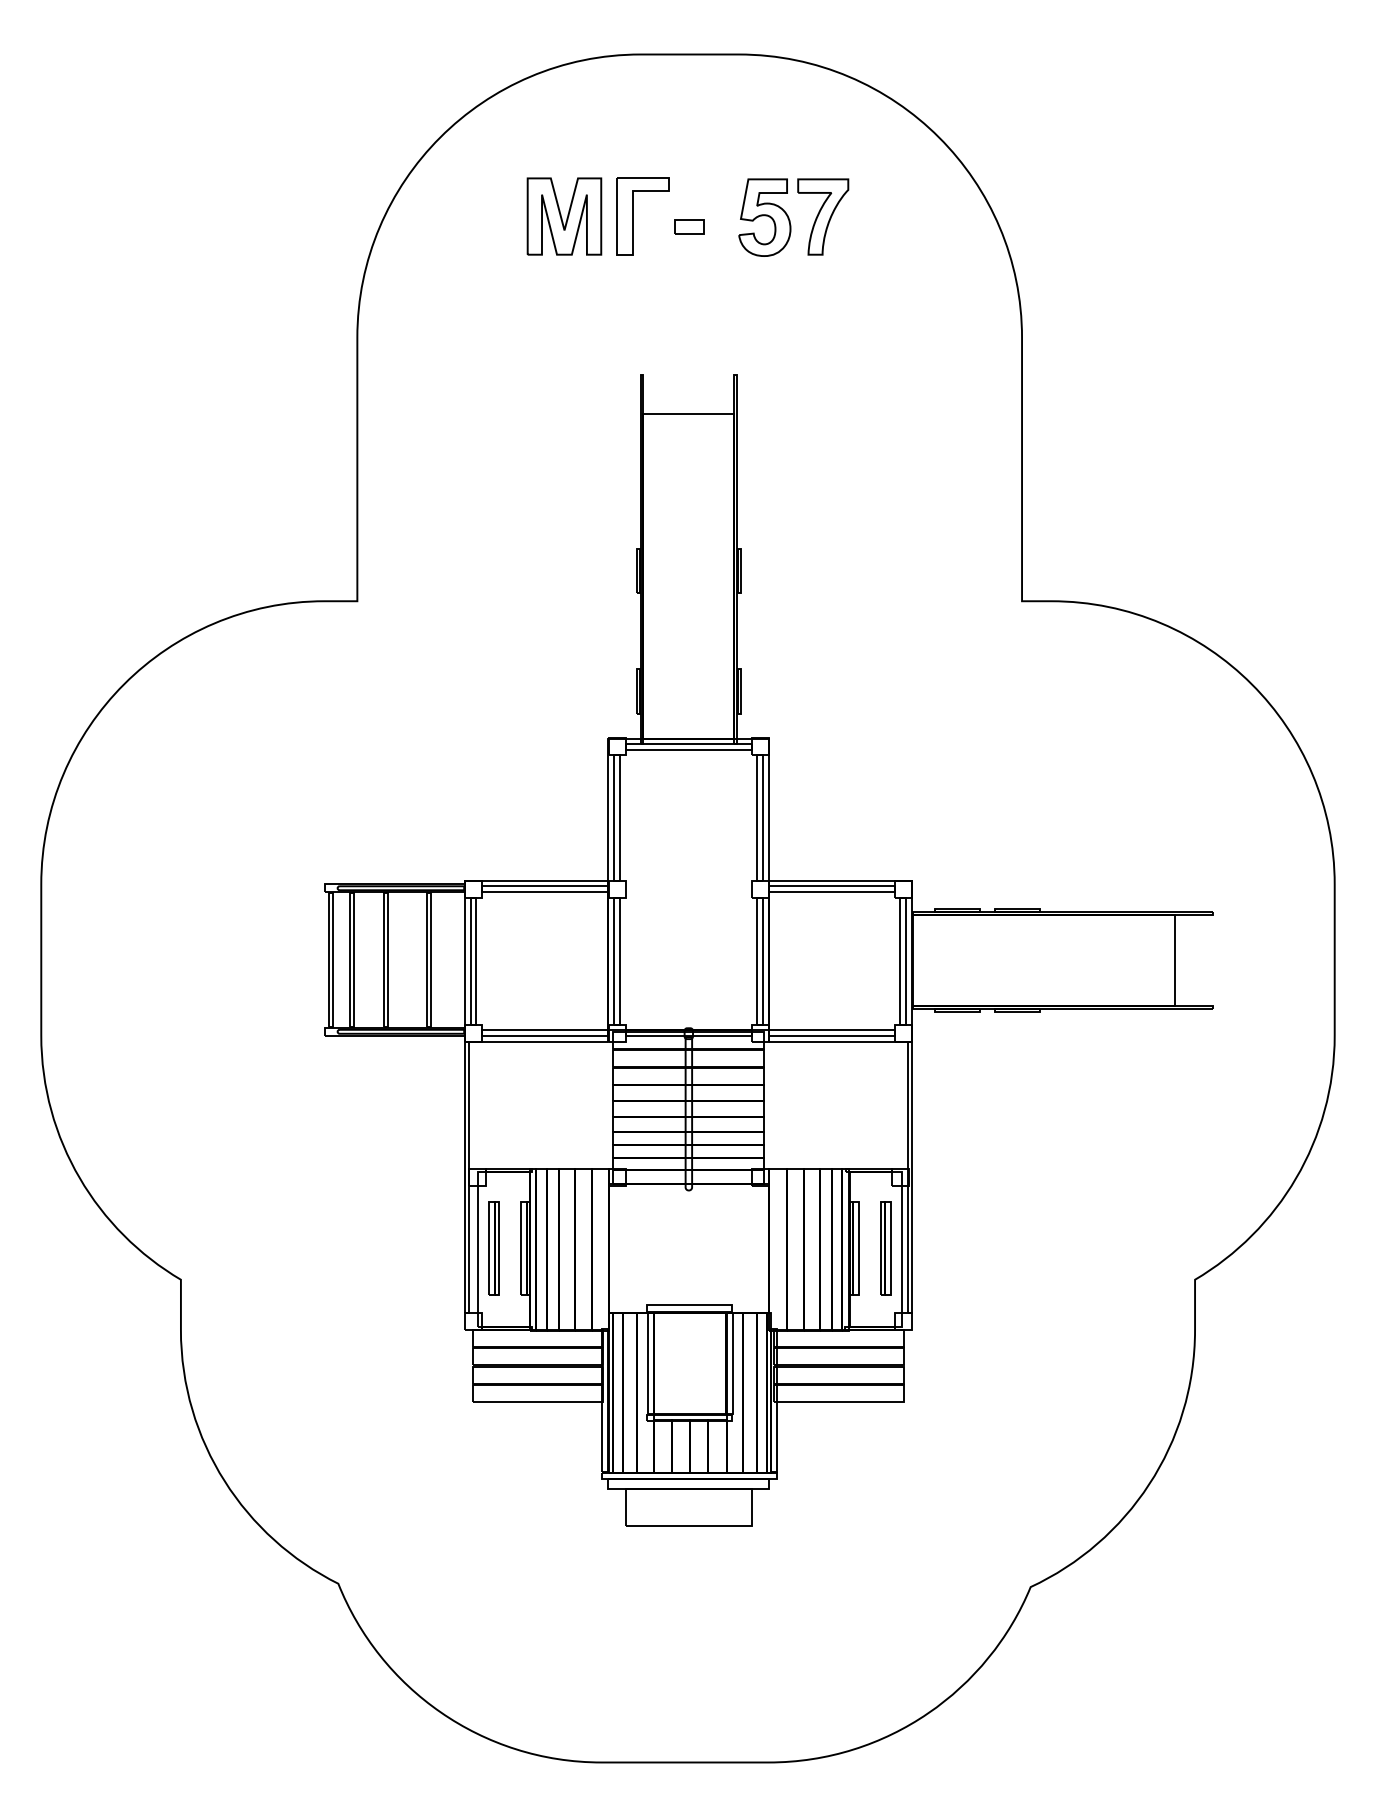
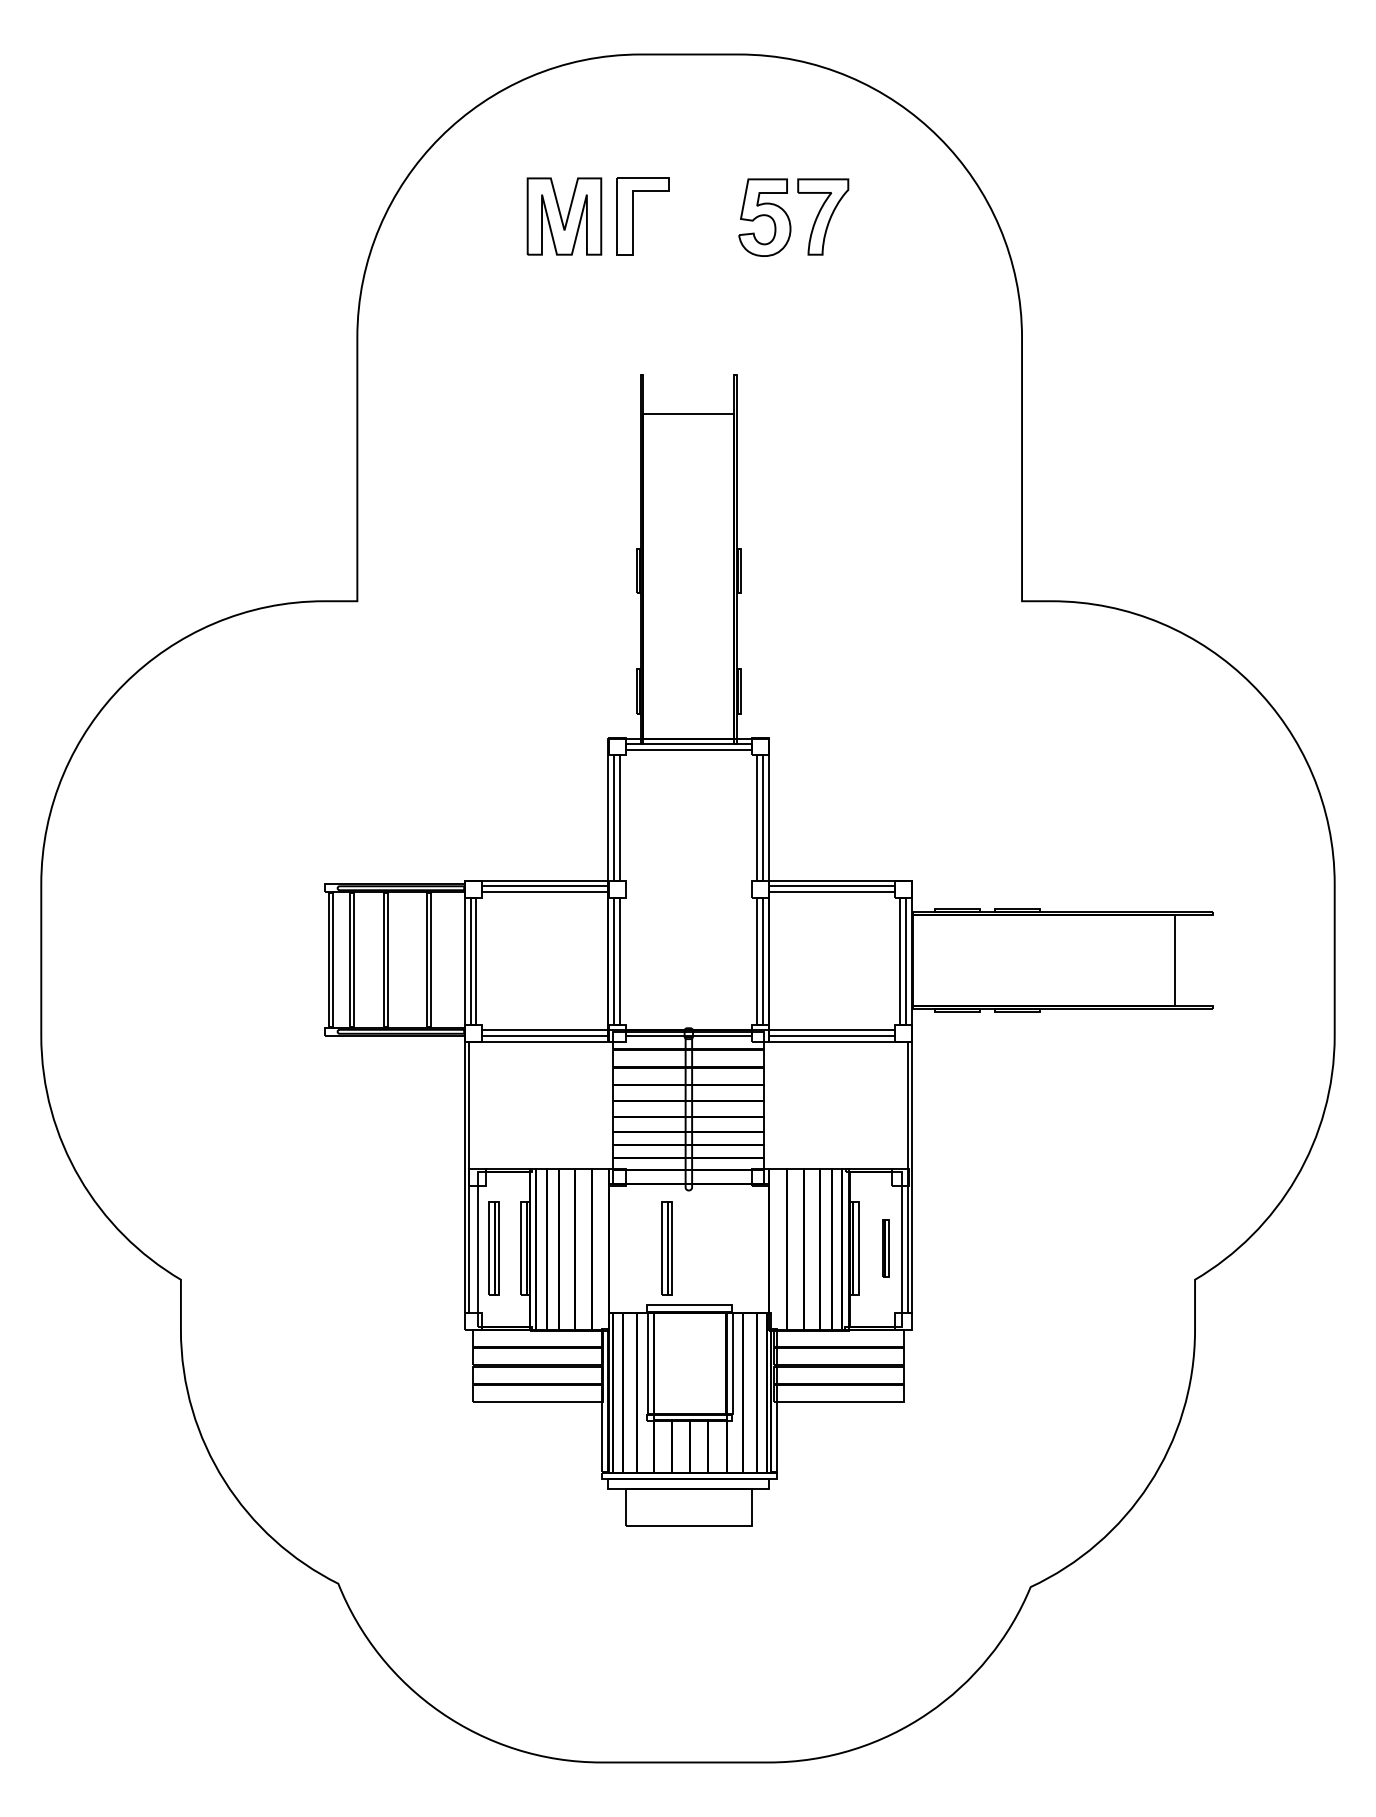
part at (689, 226): present -> none
part at (666, 1248): none -> present
part at (885, 1248) size: 12x95 px -> 8x59 px
